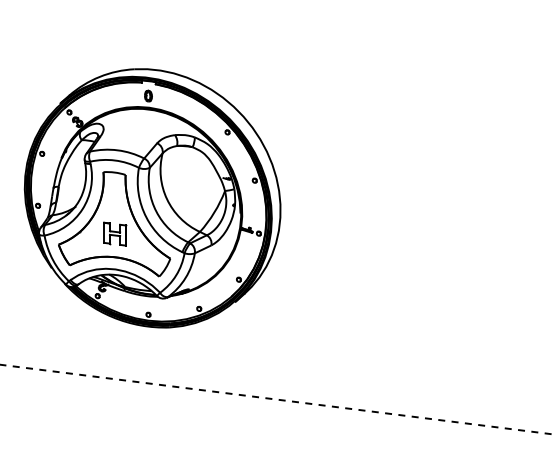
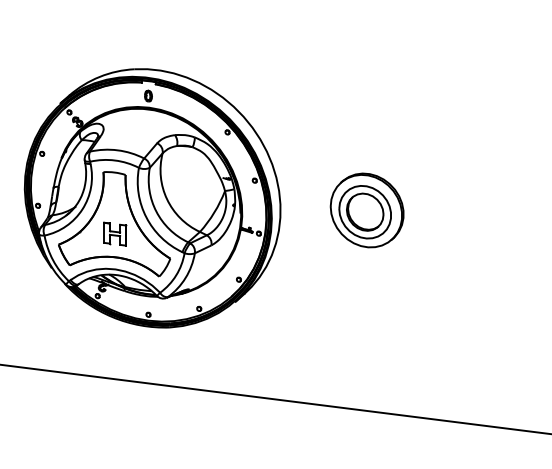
part at (366, 210): none -> present
line at (276, 399): dashed -> solid
